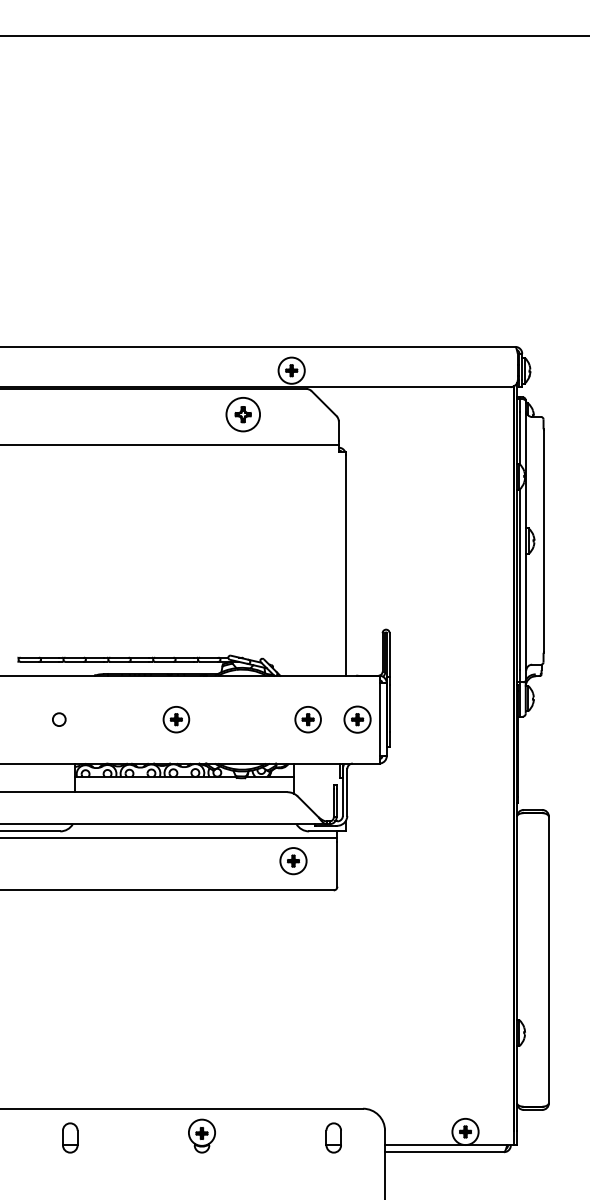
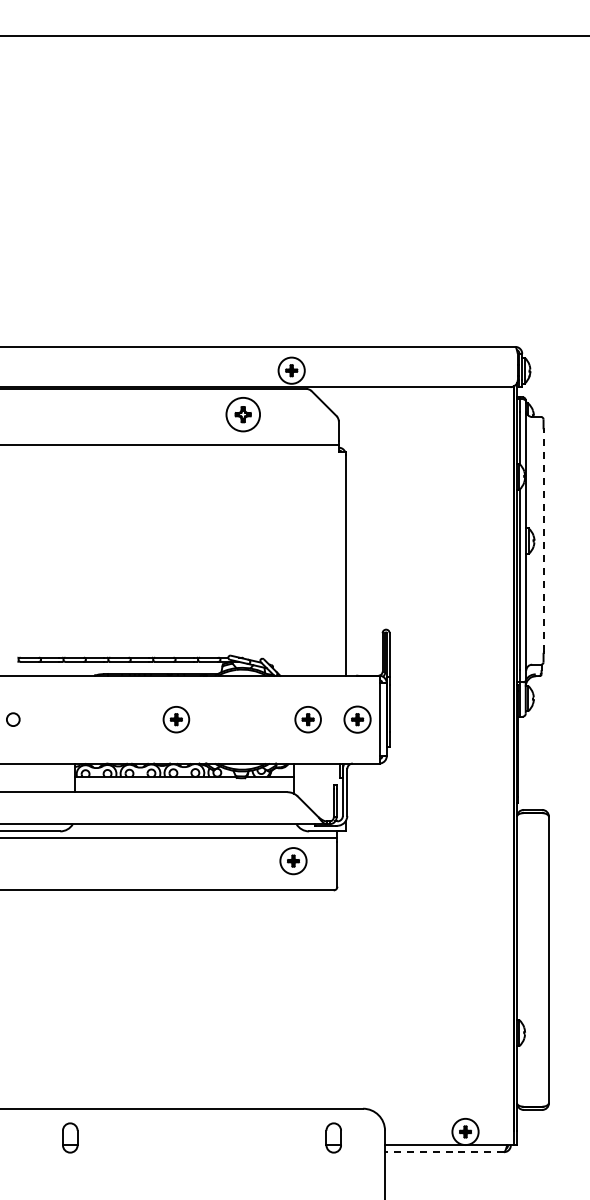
line at (543, 540): solid -> dashed
circle at (59, 719) position: (59, 719) -> (13, 719)
part at (201, 1135): present -> none
line at (444, 1152): solid -> dashed
